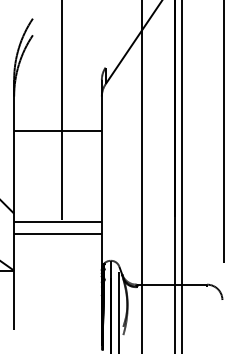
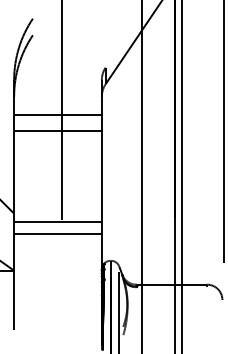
line at (57, 114): none -> present
